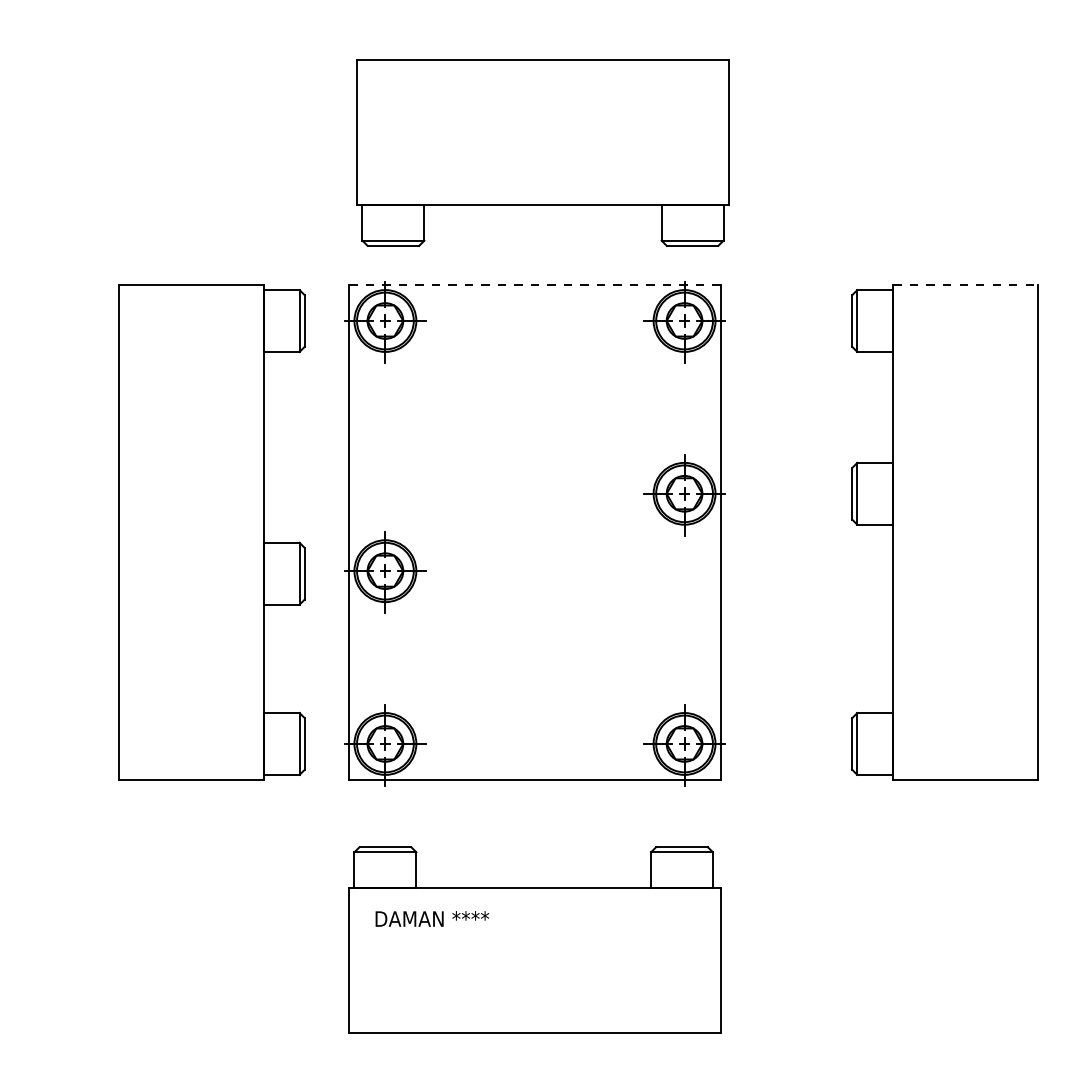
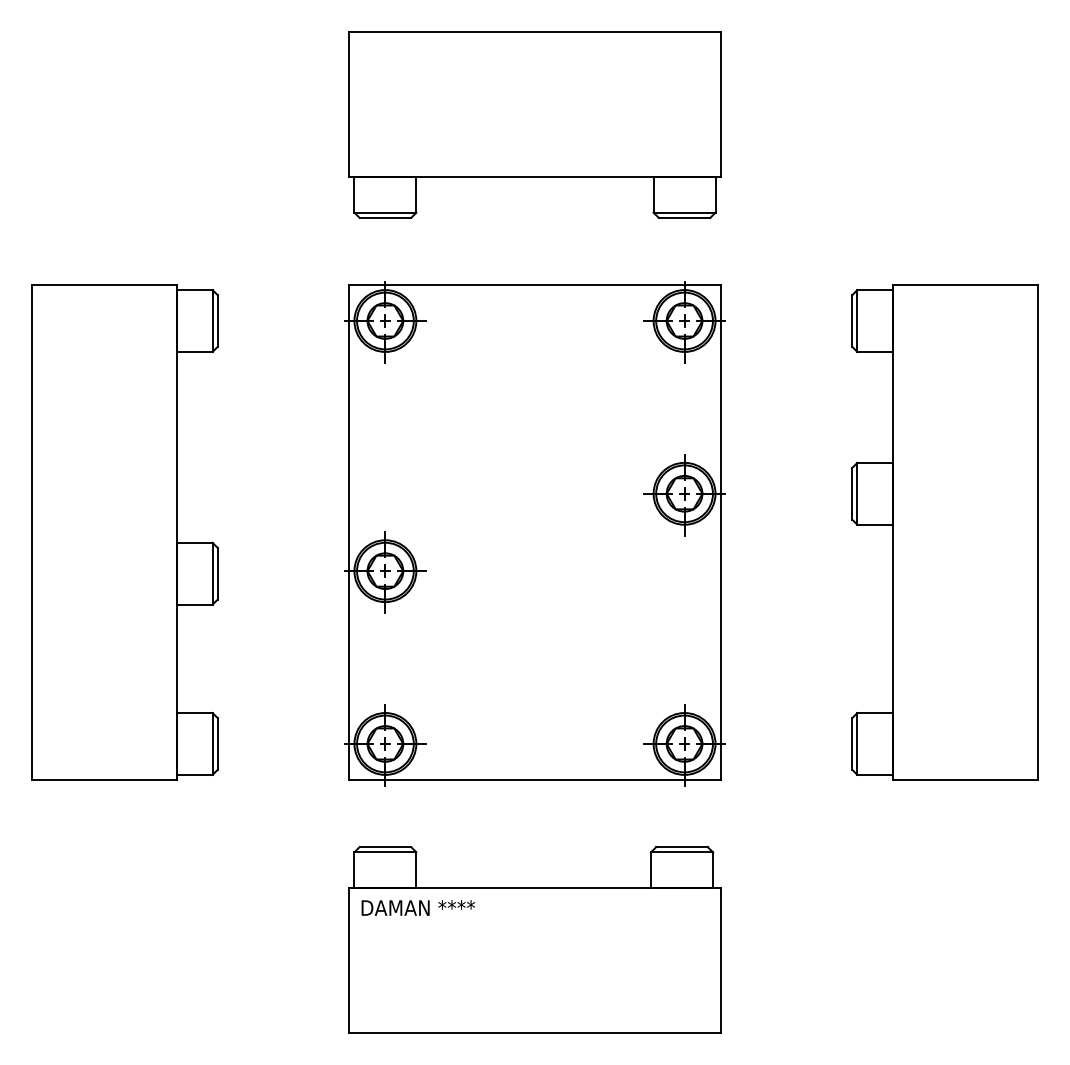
part at (542, 152) position: (542, 152) -> (534, 124)
line at (535, 284): dashed -> solid
line at (966, 284): dashed -> solid
part at (211, 532) position: (211, 532) -> (124, 532)
text at (432, 918) position: (432, 918) -> (418, 907)
